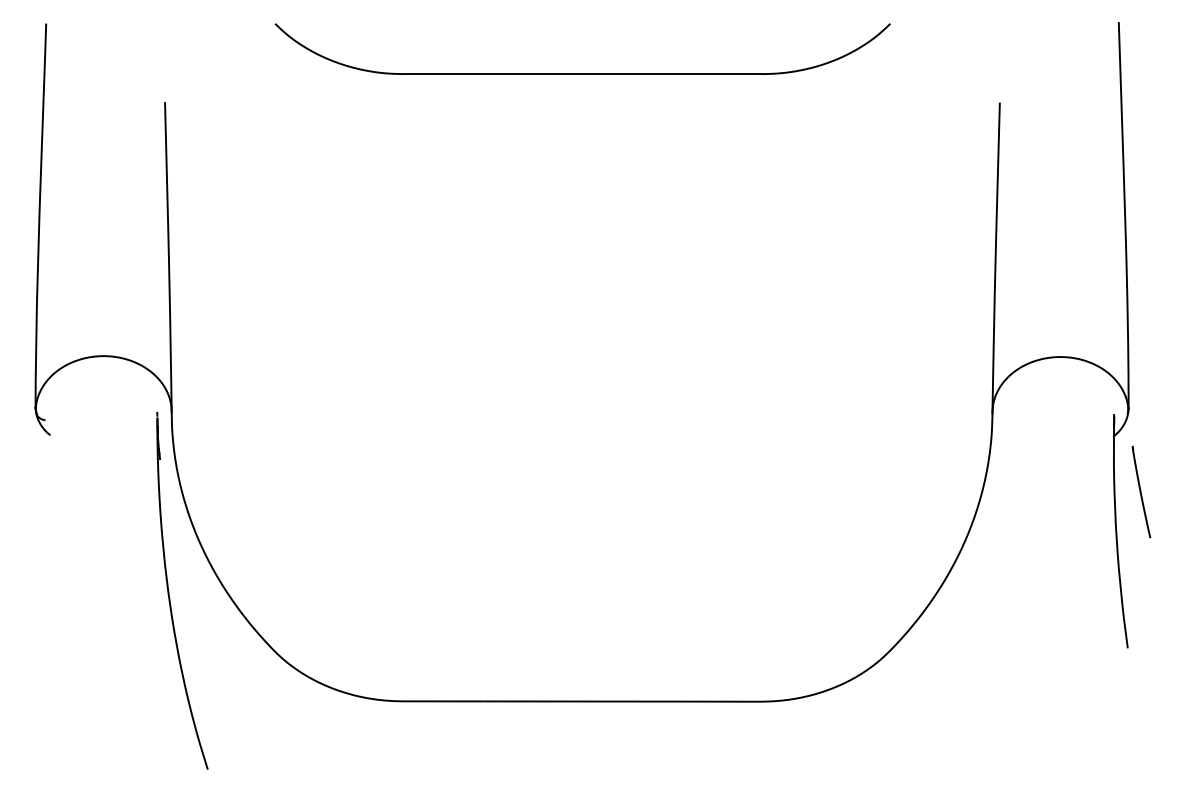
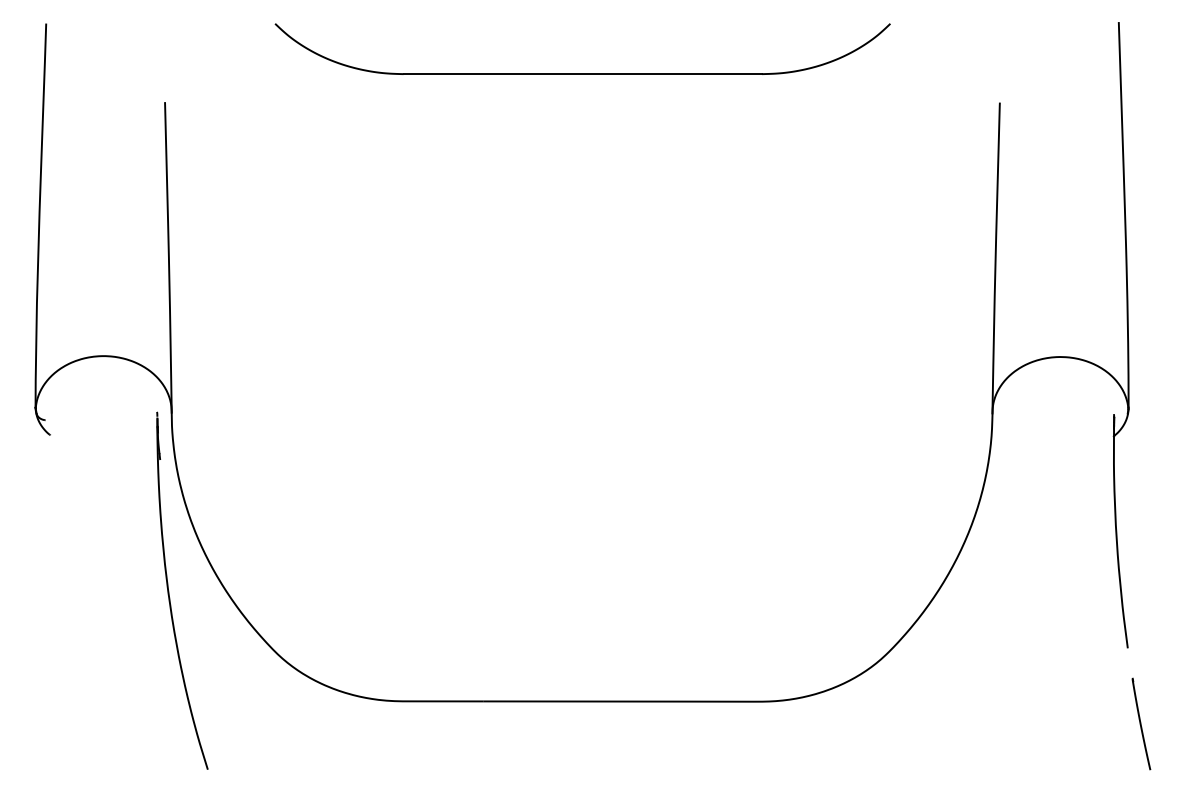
line at (1141, 491) position: (1141, 491) -> (1141, 723)
